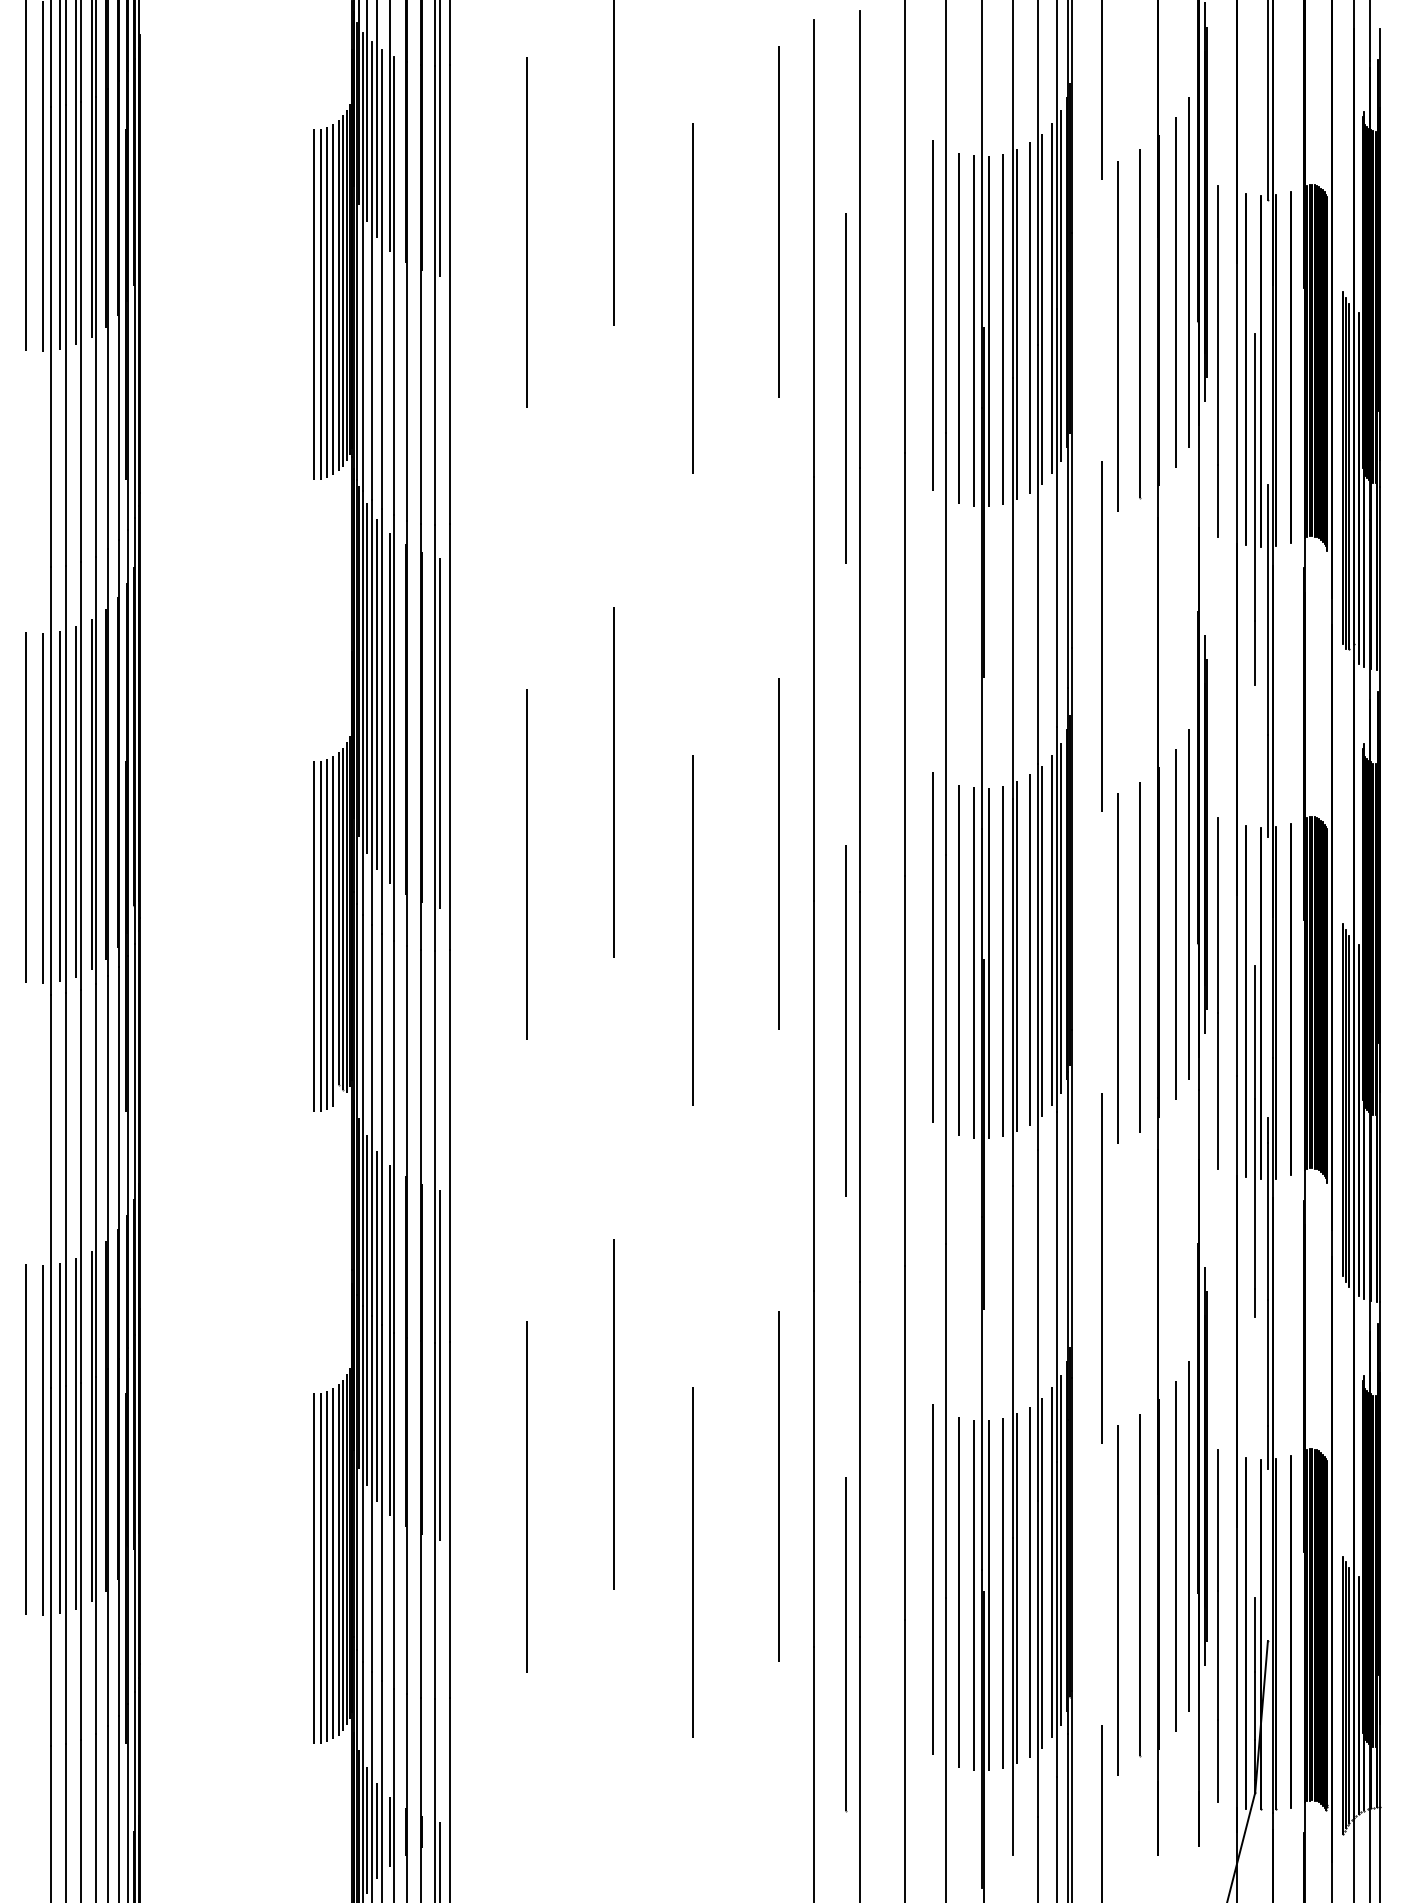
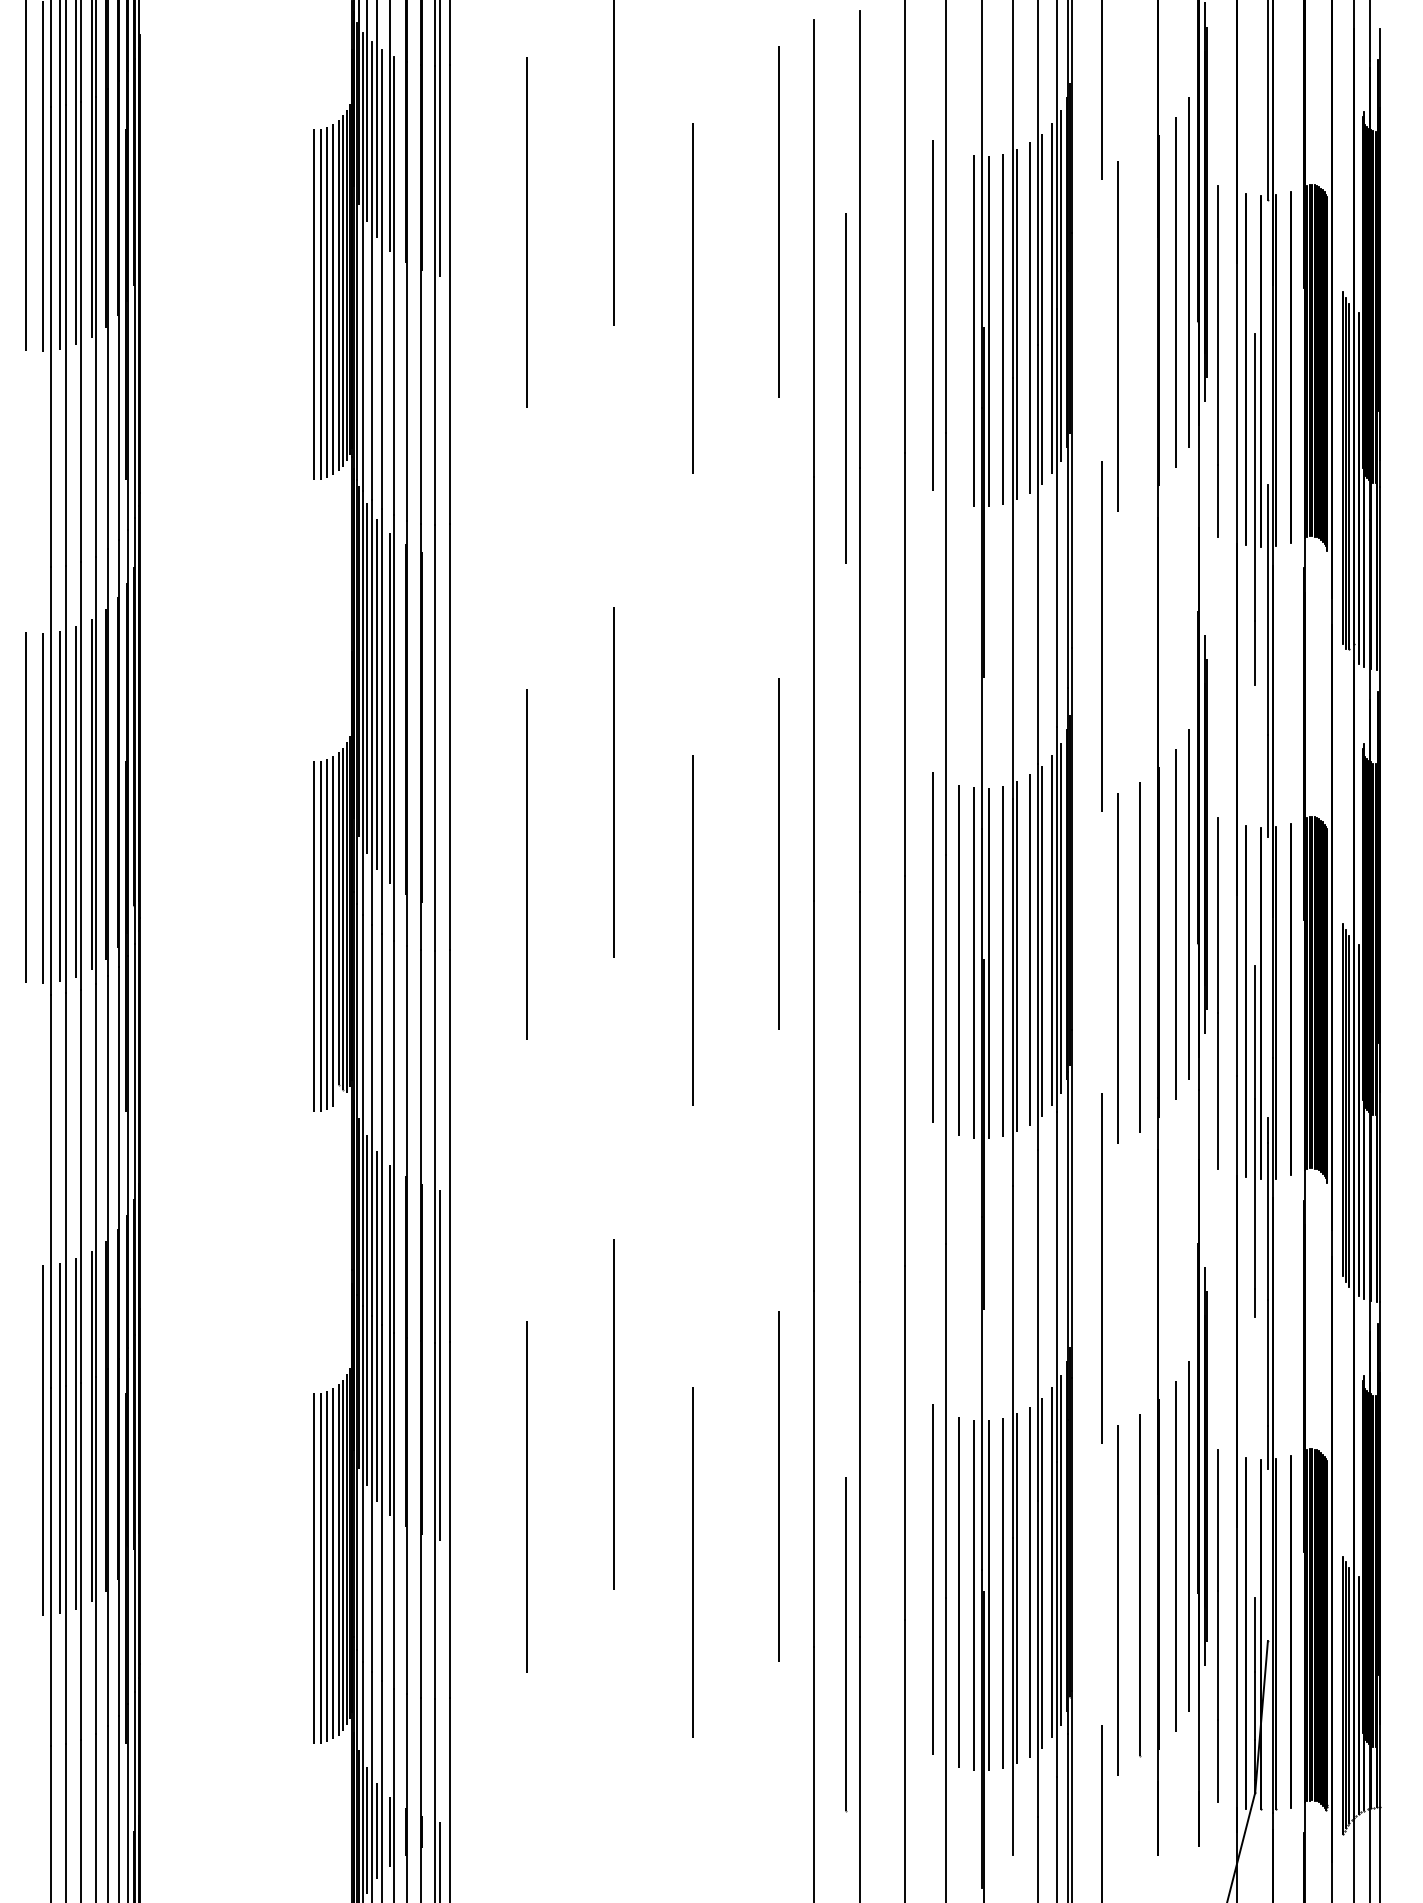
line at (1140, 324): present -> none
line at (958, 328): present -> none
line at (440, 732): present -> none
line at (845, 1020): present -> none
line at (25, 1439): present -> none
